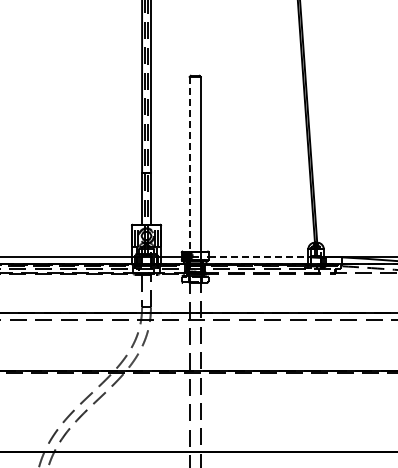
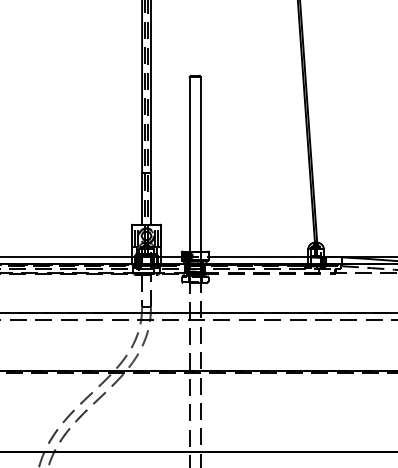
line at (189, 164): dashed -> solid
line at (260, 257): dashed -> solid
